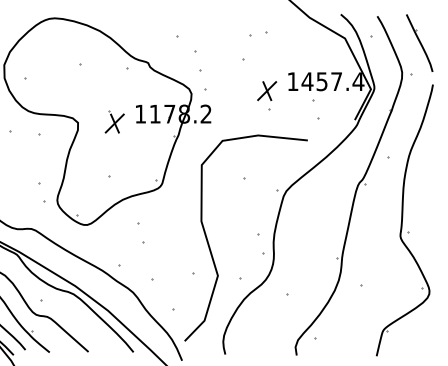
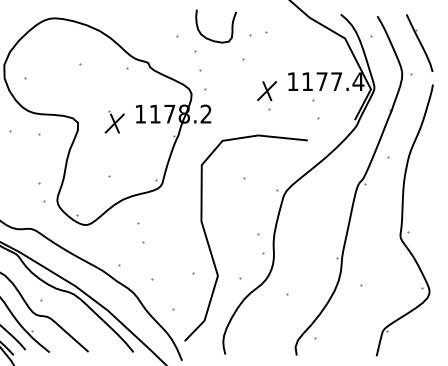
curve at (212, 39): none -> present
text at (314, 81): 1457.4 -> 1177.4
